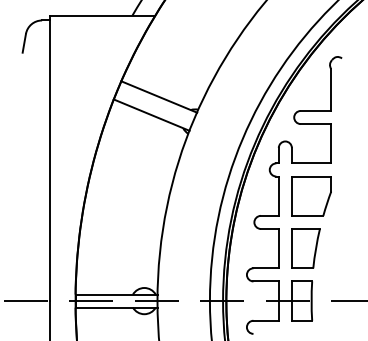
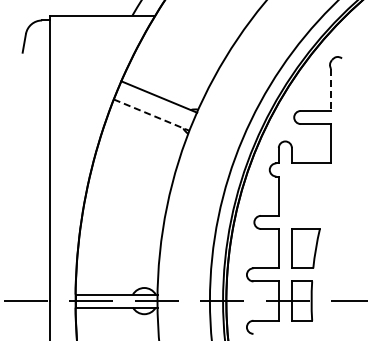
line at (331, 90): solid -> dashed
line at (152, 115): solid -> dashed
part at (311, 196): present -> none
